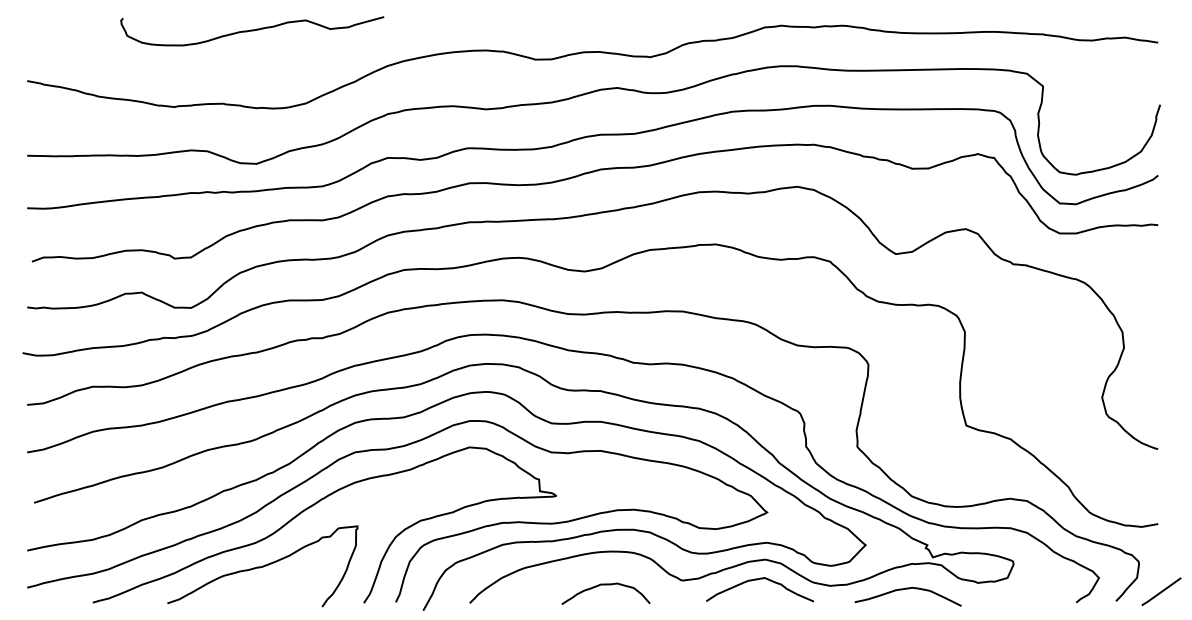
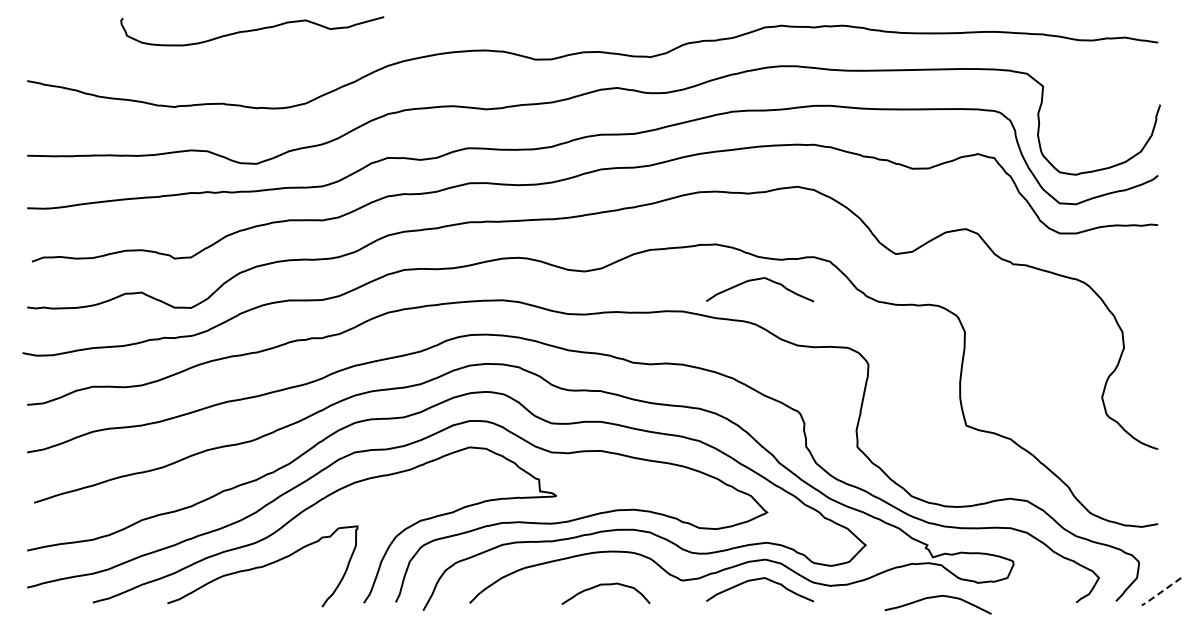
curve at (757, 280): none -> present
curve at (907, 589) position: (907, 589) -> (937, 597)
line at (1160, 592): solid -> dashed
